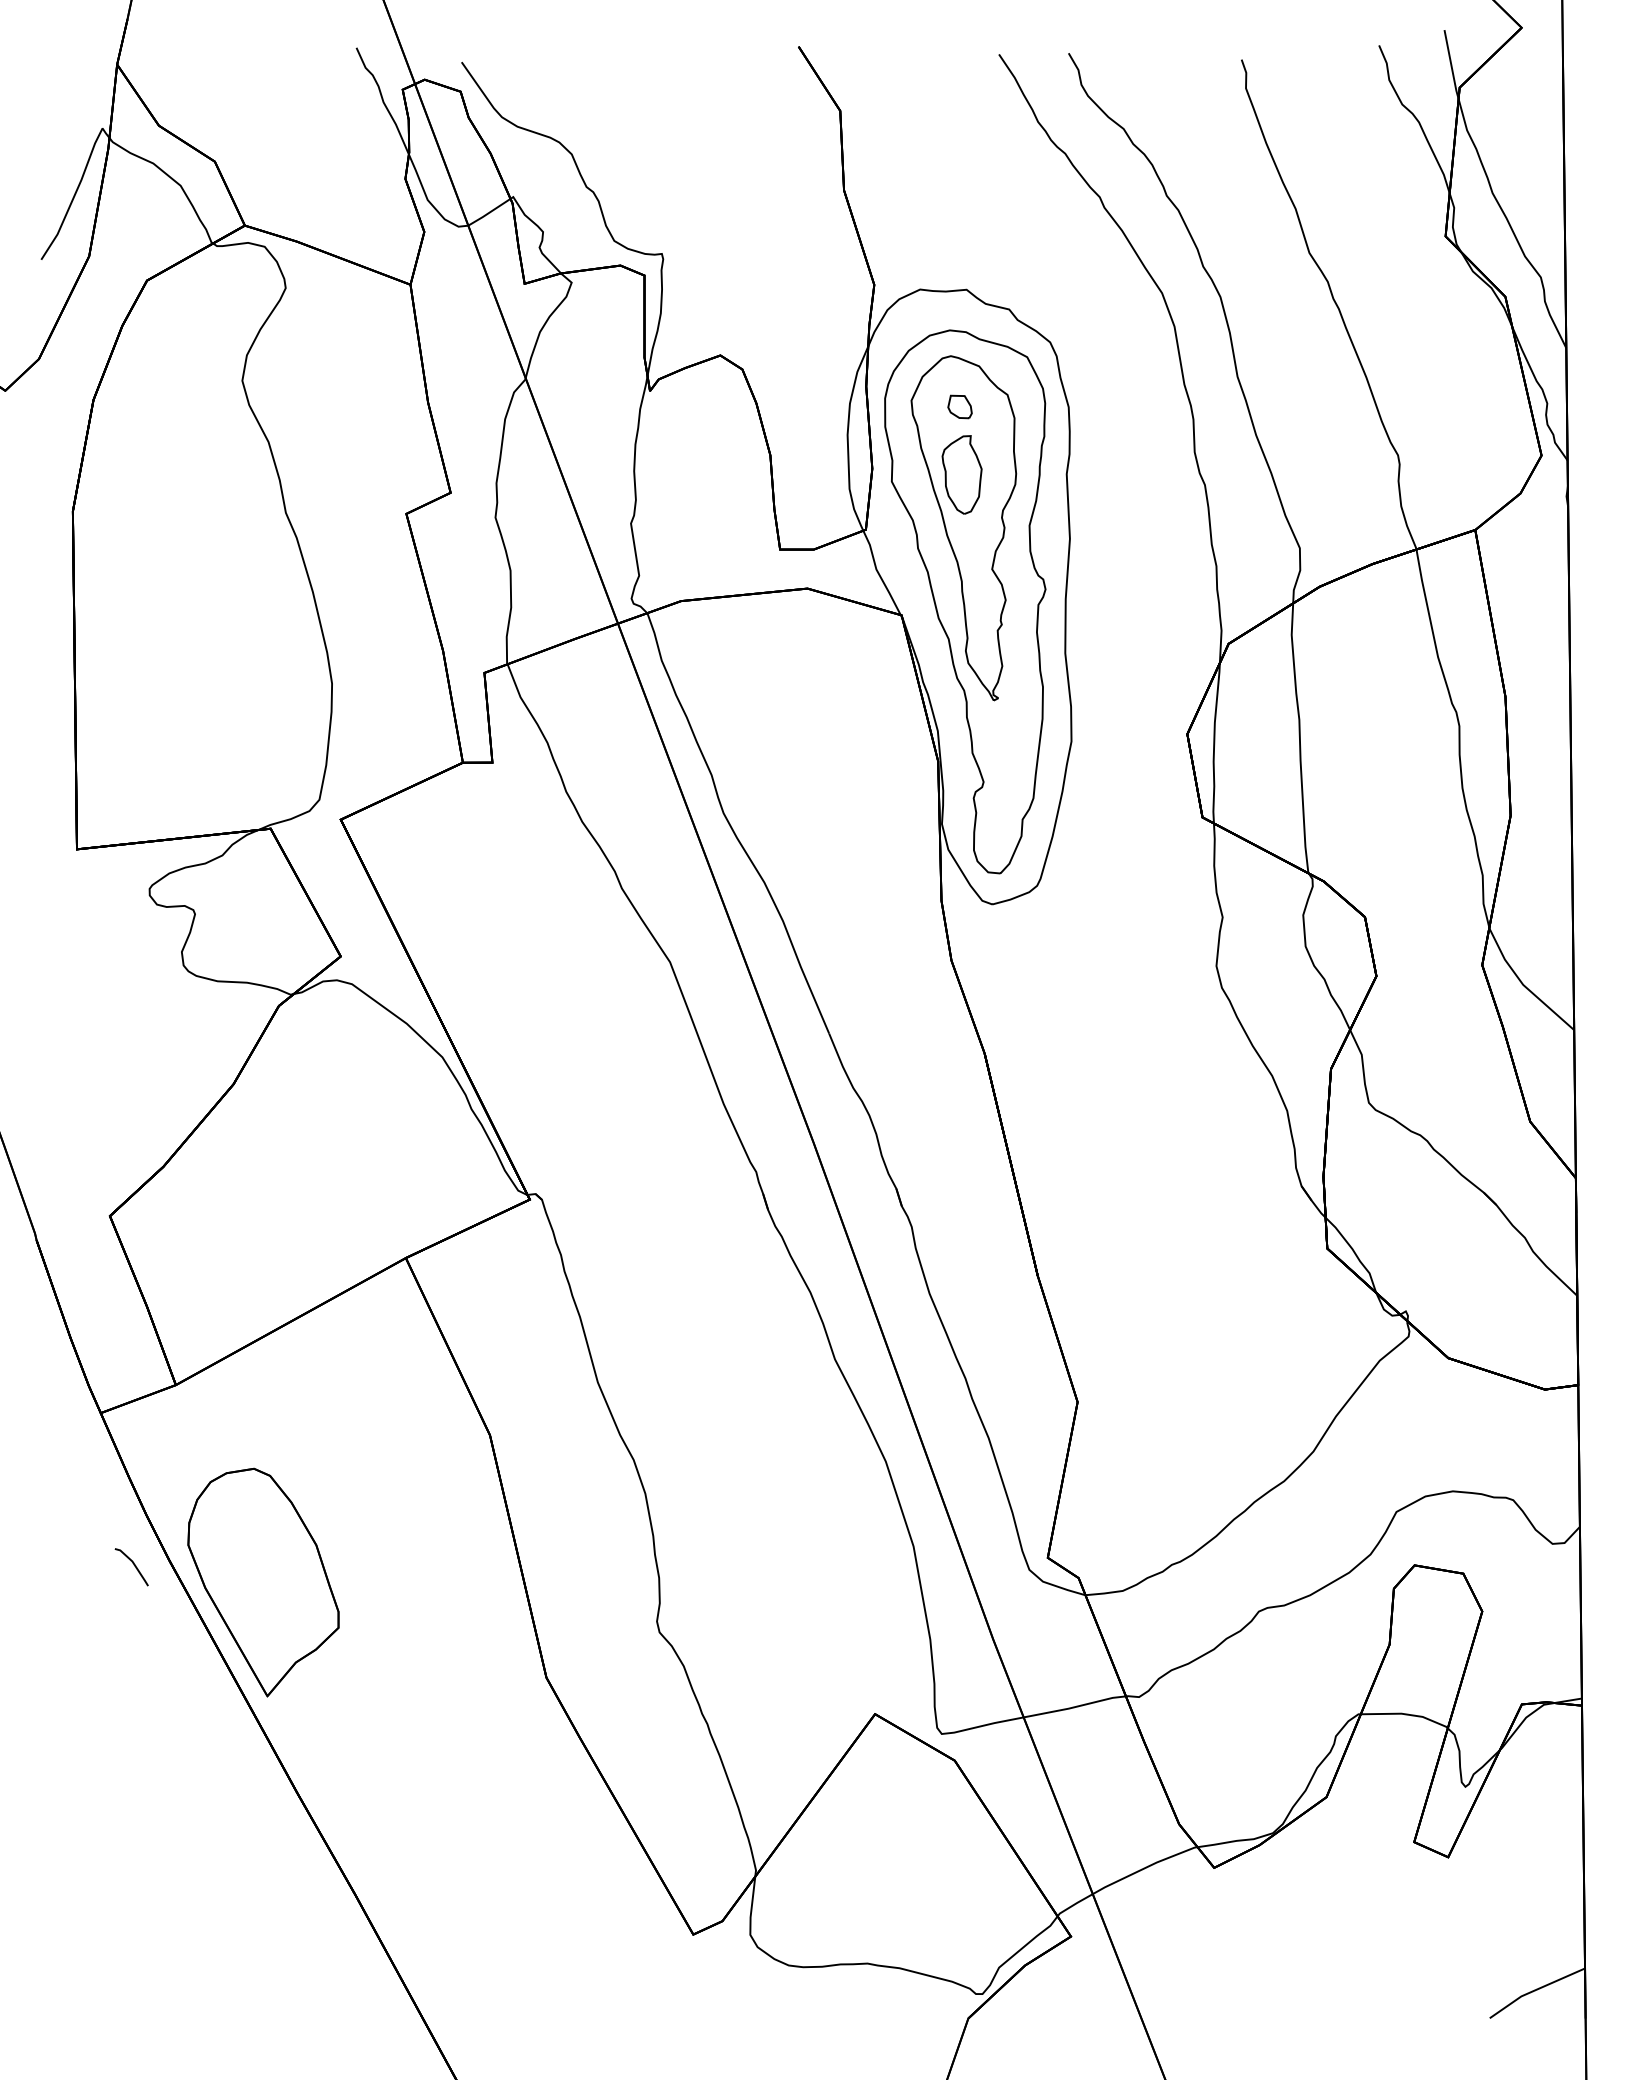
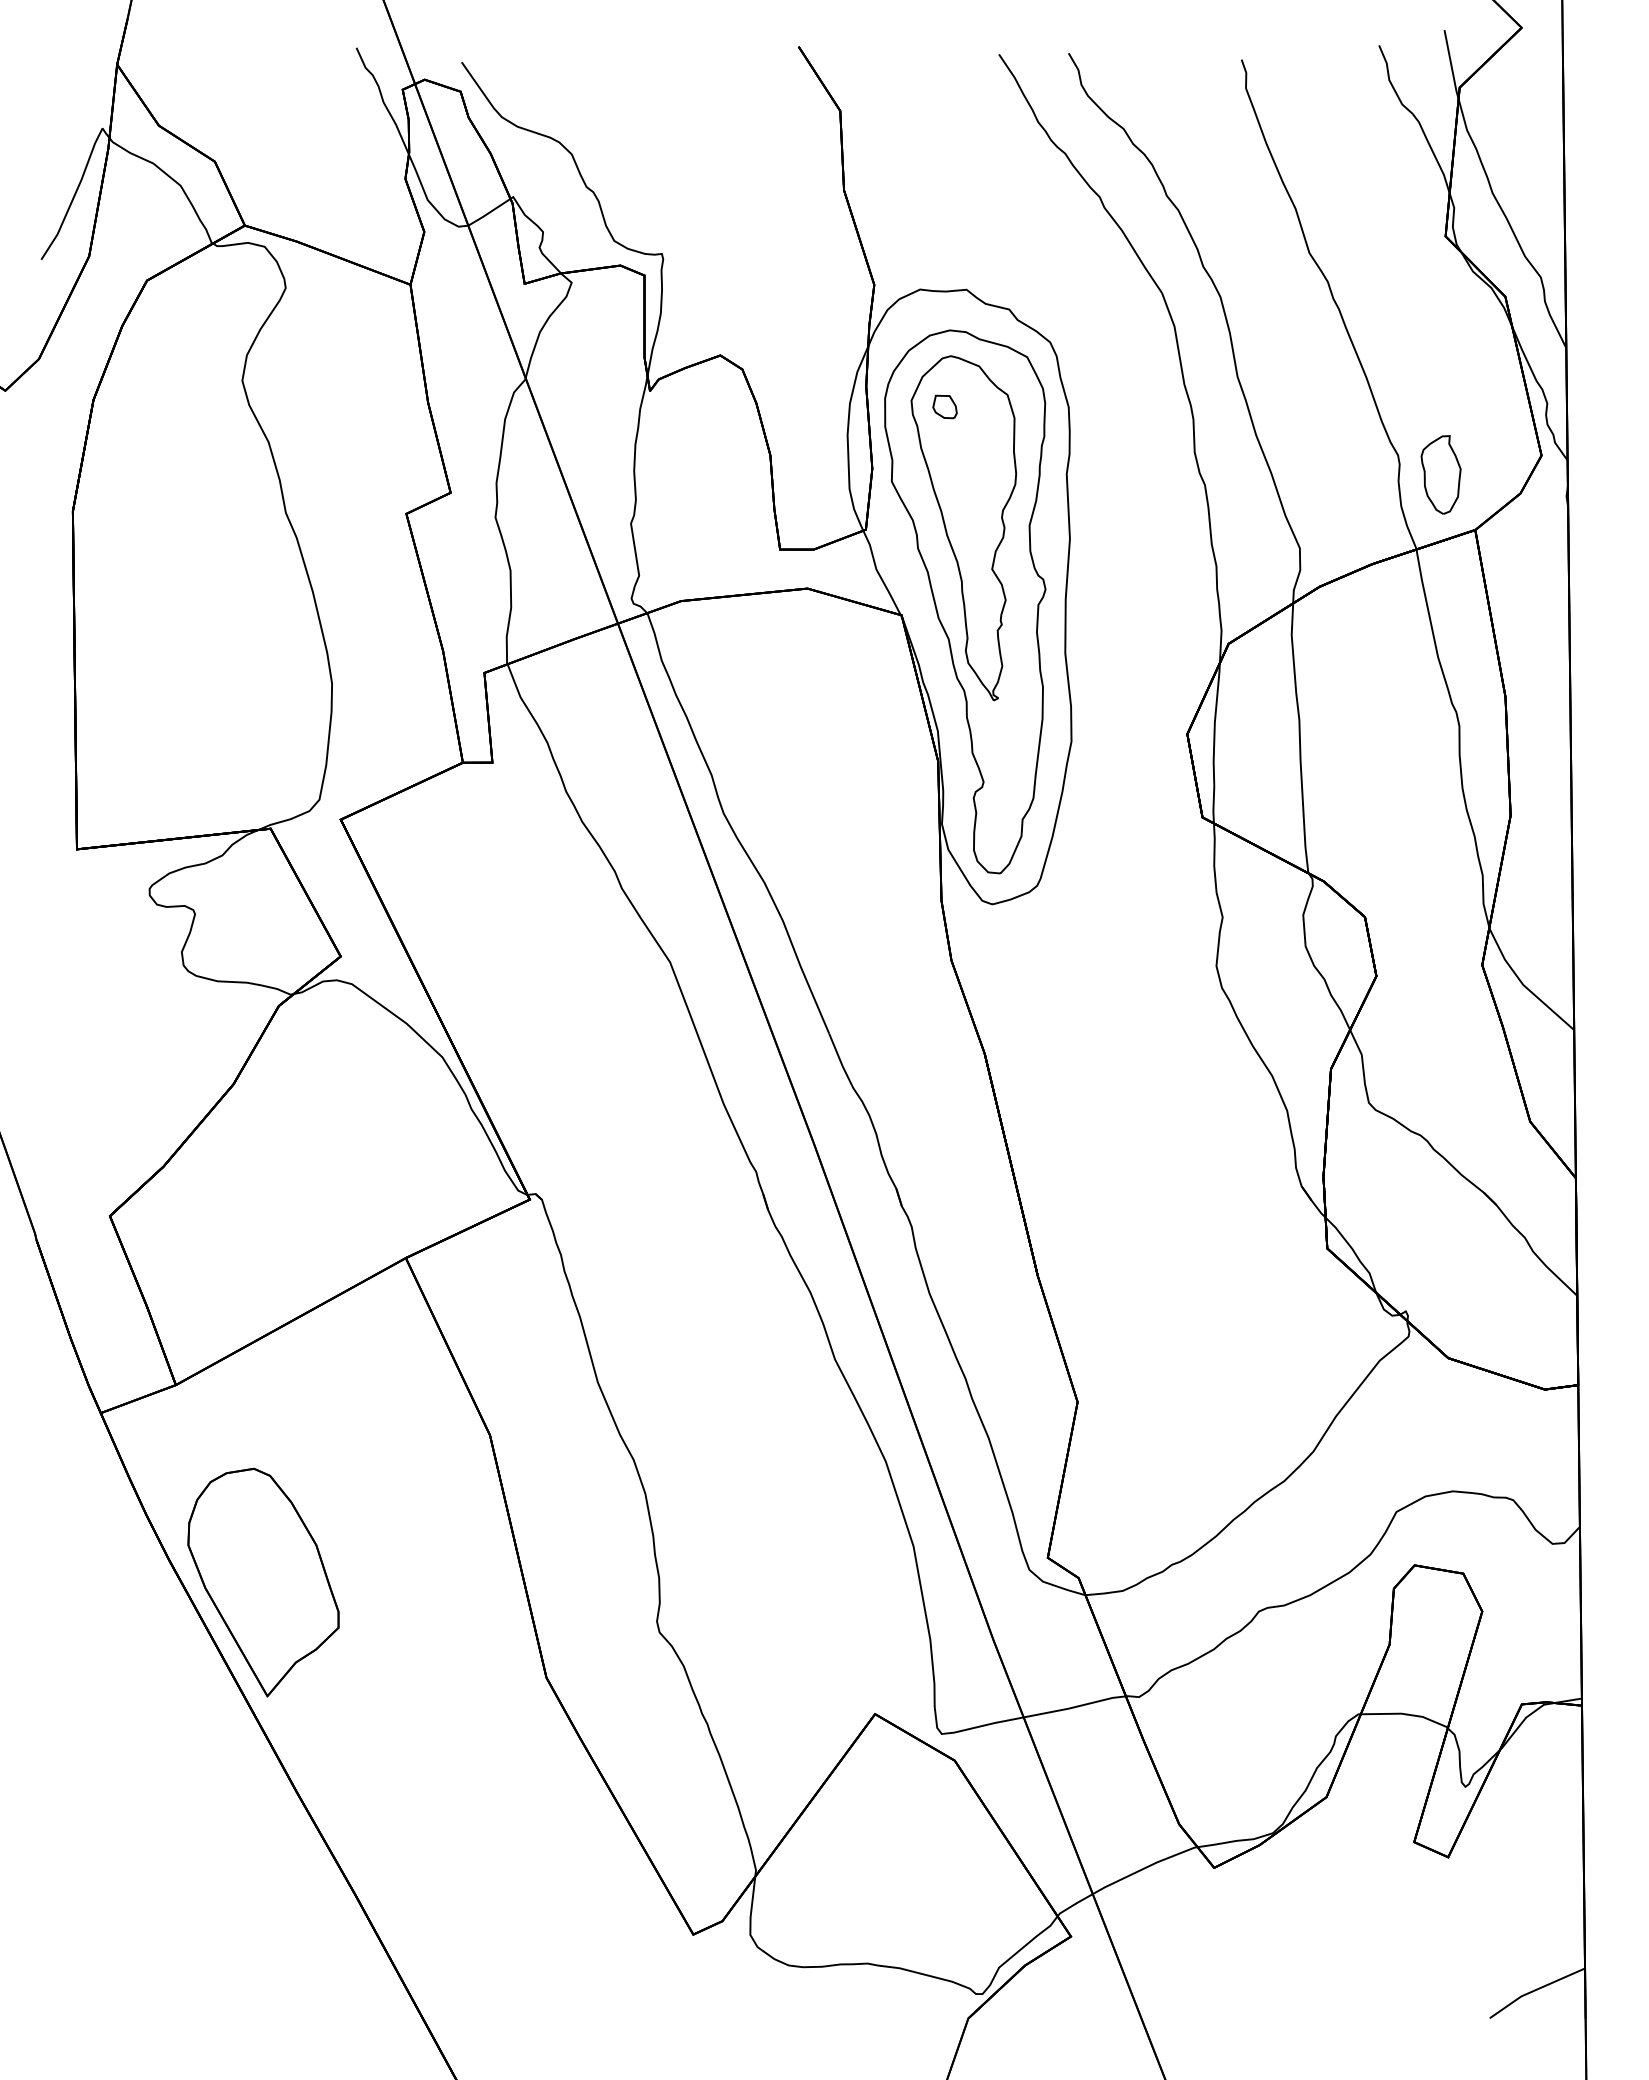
part at (959, 406) position: (959, 406) -> (944, 406)
part at (961, 474) position: (961, 474) -> (1440, 474)
line at (133, 1565): present -> none
